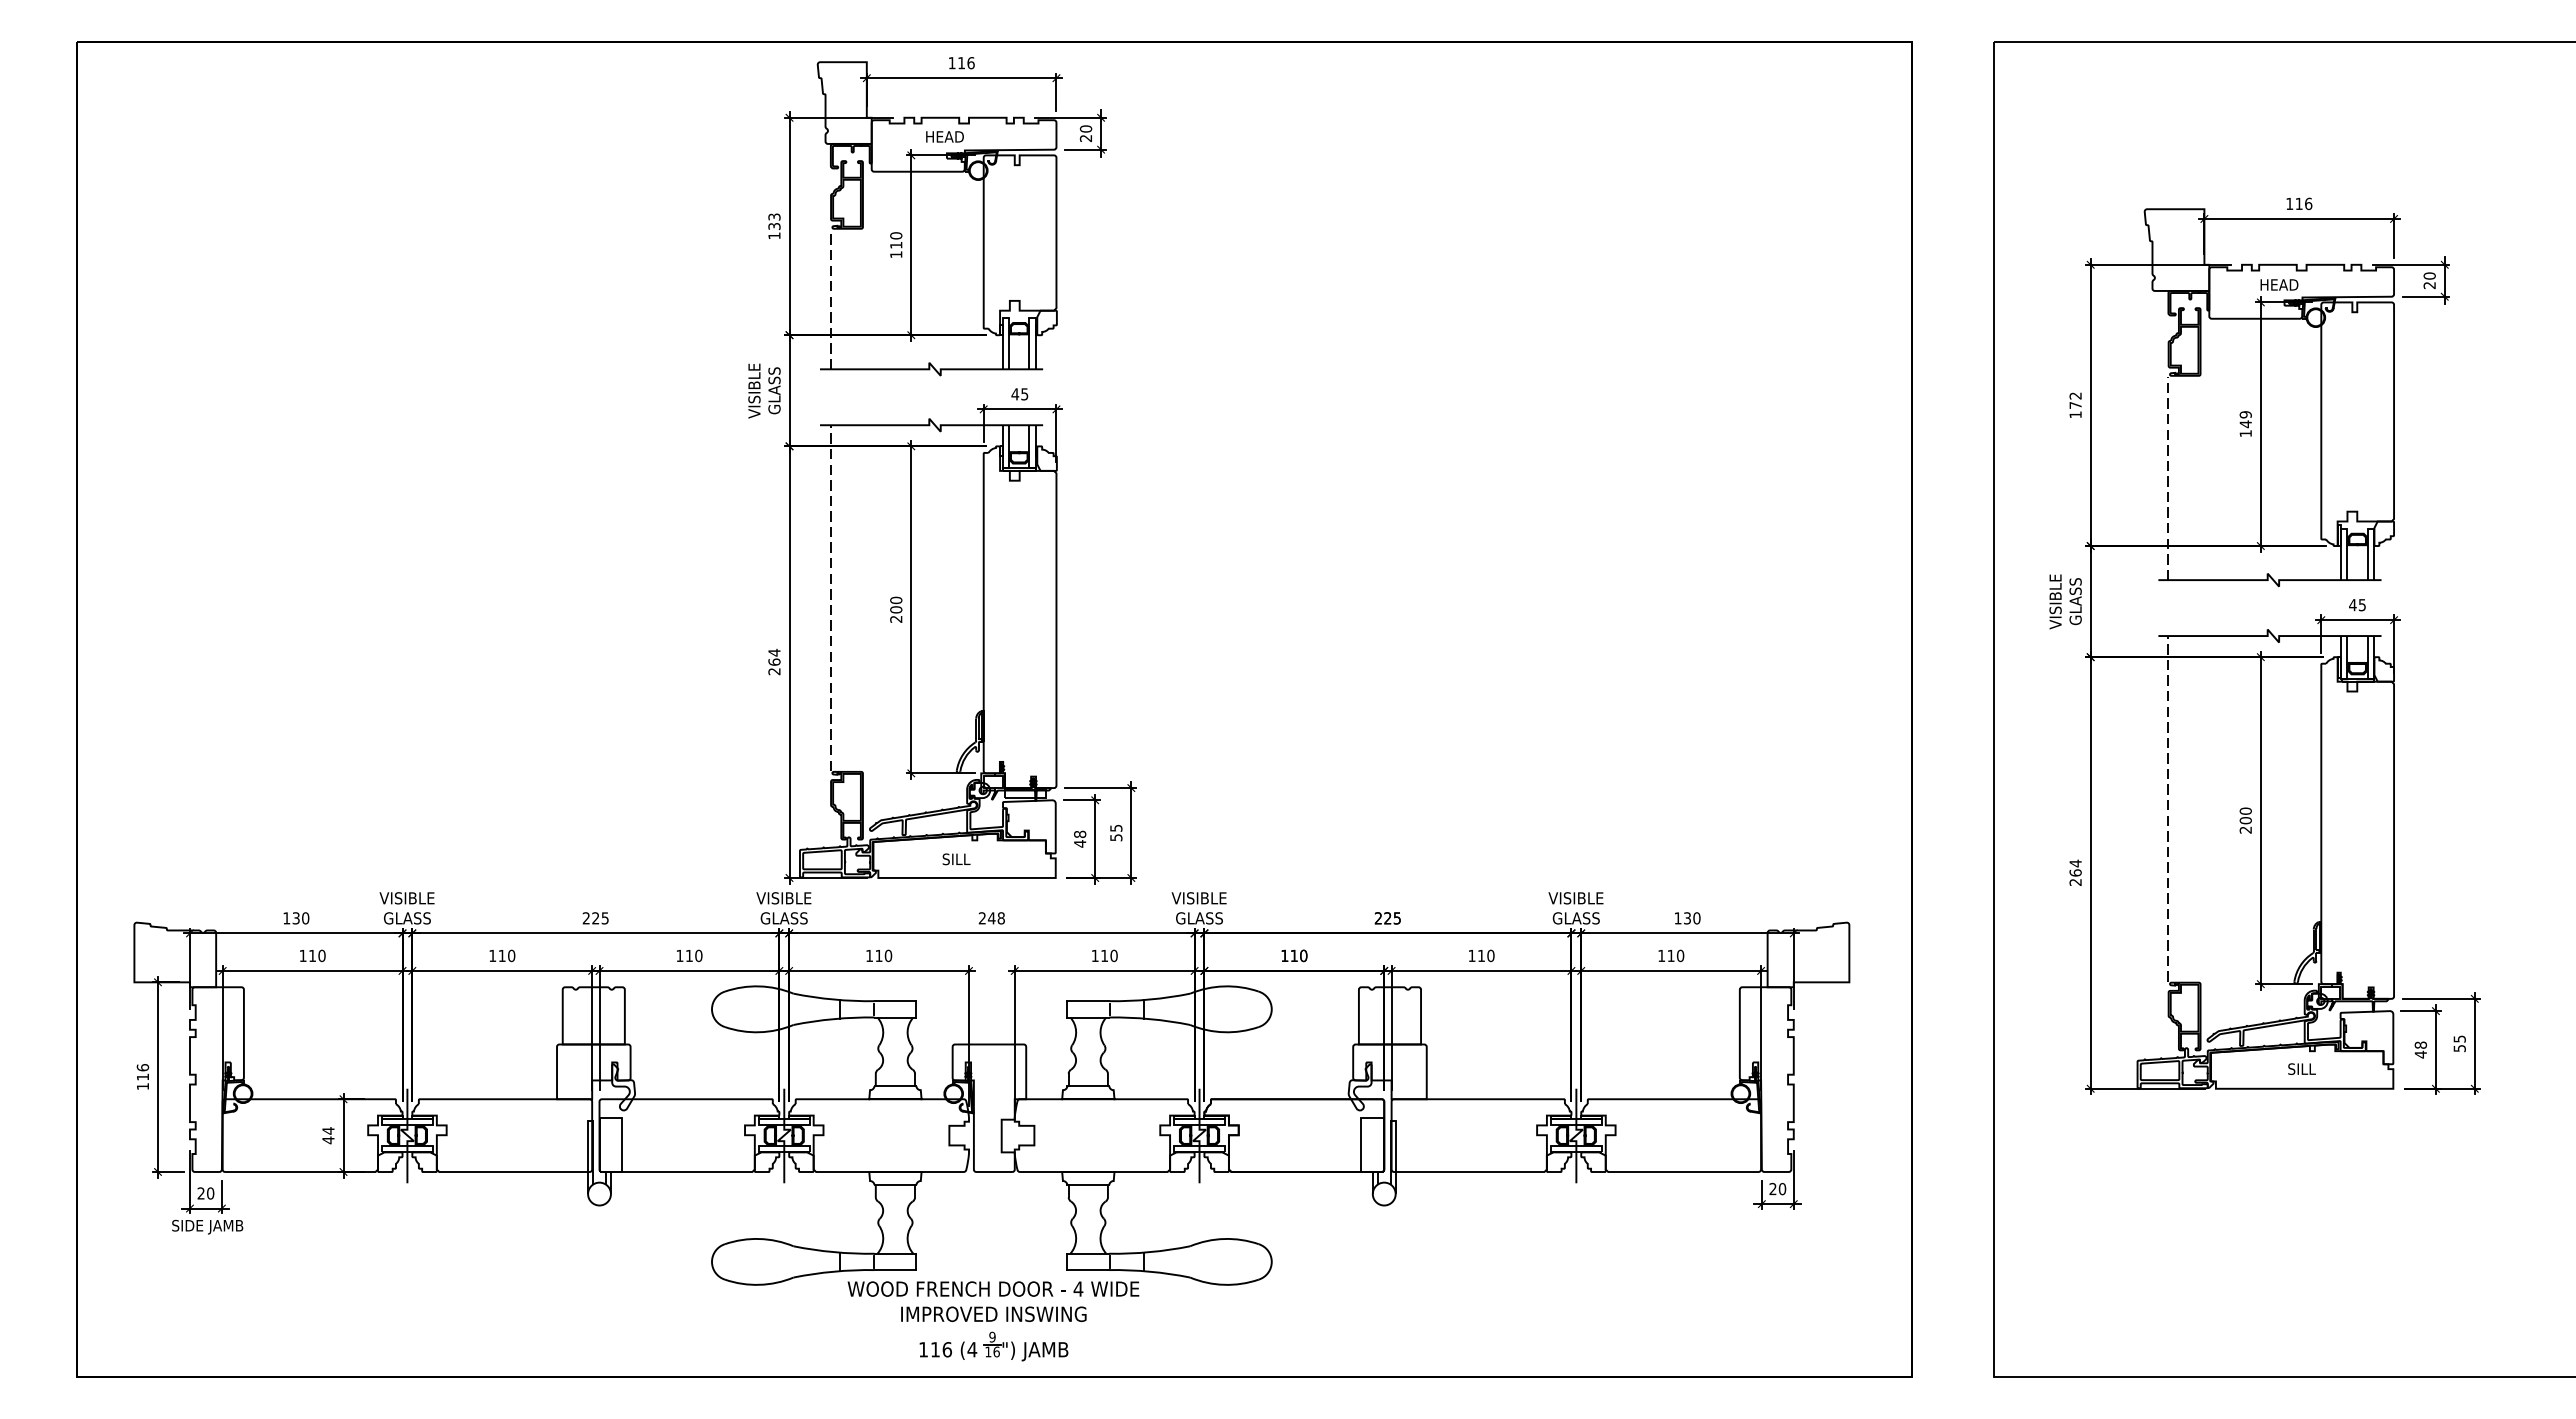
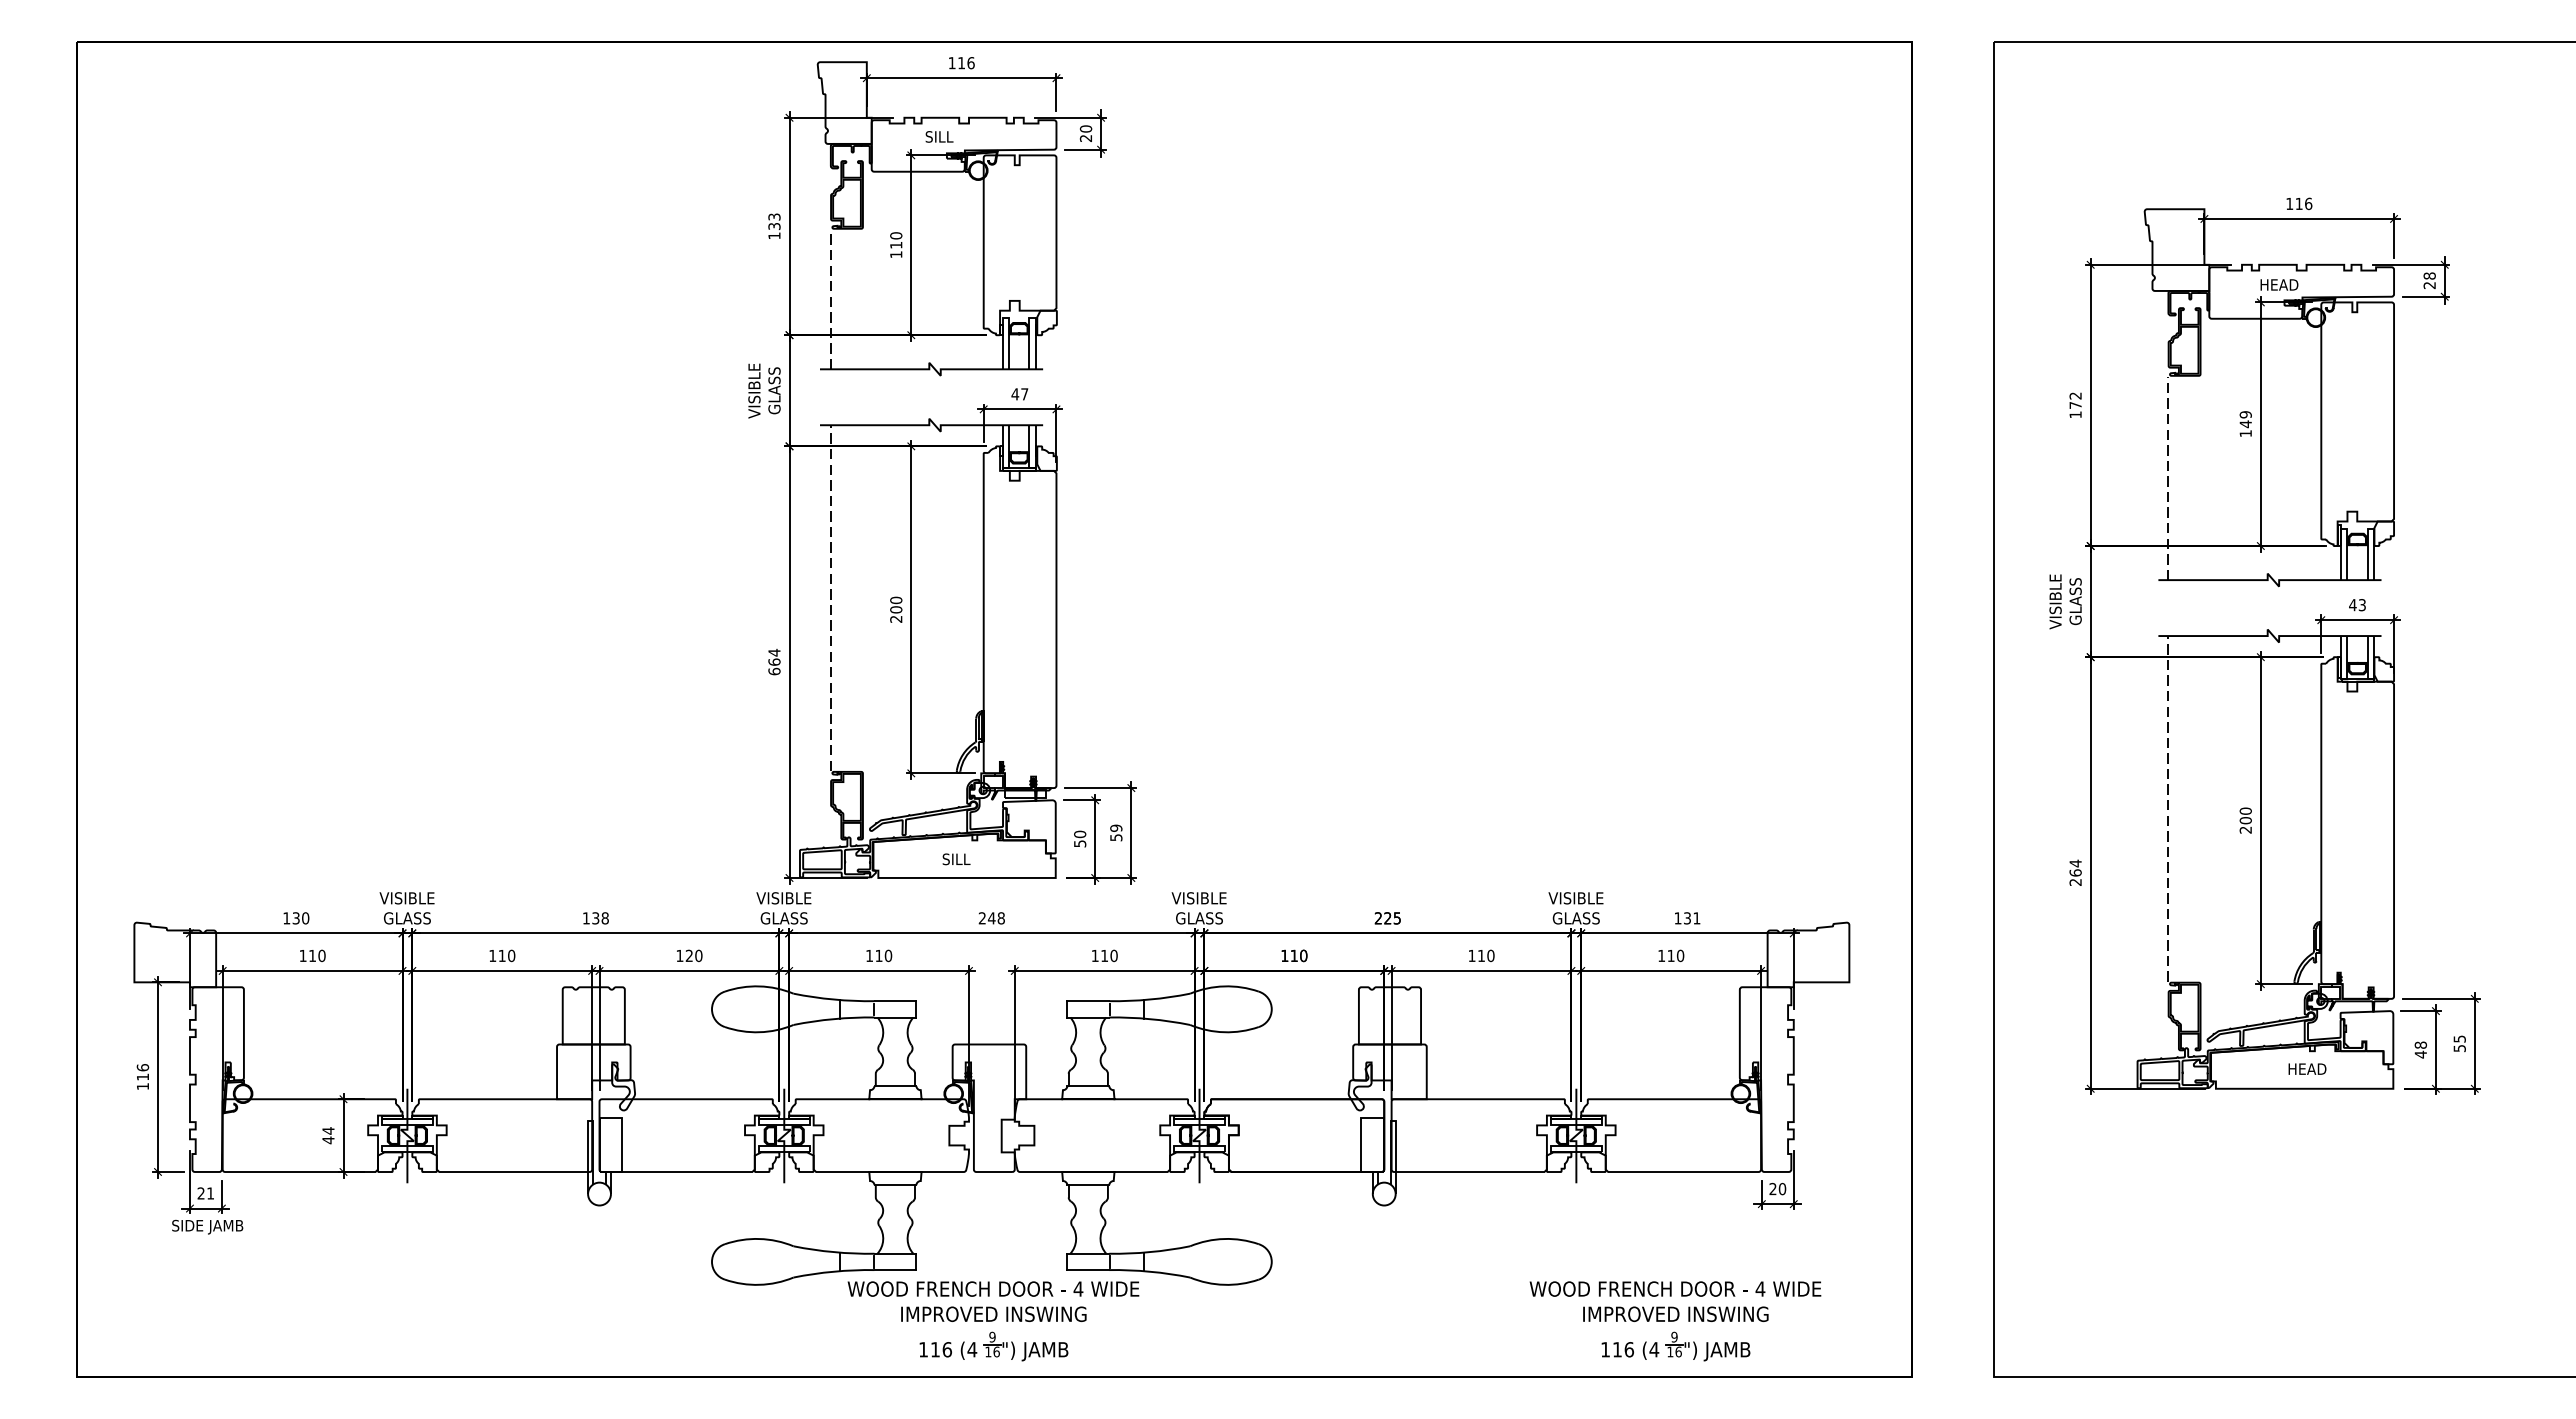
text at (944, 136): HEAD -> SILL
text at (2429, 275): 20 -> 28
text at (1024, 394): 45 -> 47
text at (2362, 604): 45 -> 43
text at (774, 671): 264 -> 664
text at (1116, 827): 55 -> 59
text at (1080, 838): 48 -> 50
text at (595, 918): 225 -> 138
text at (1696, 918): 130 -> 131
text at (688, 955): 110 -> 120
text at (2307, 1068): SILL -> HEAD
text at (210, 1193): 20 -> 21
part at (1675, 1321): none -> present
